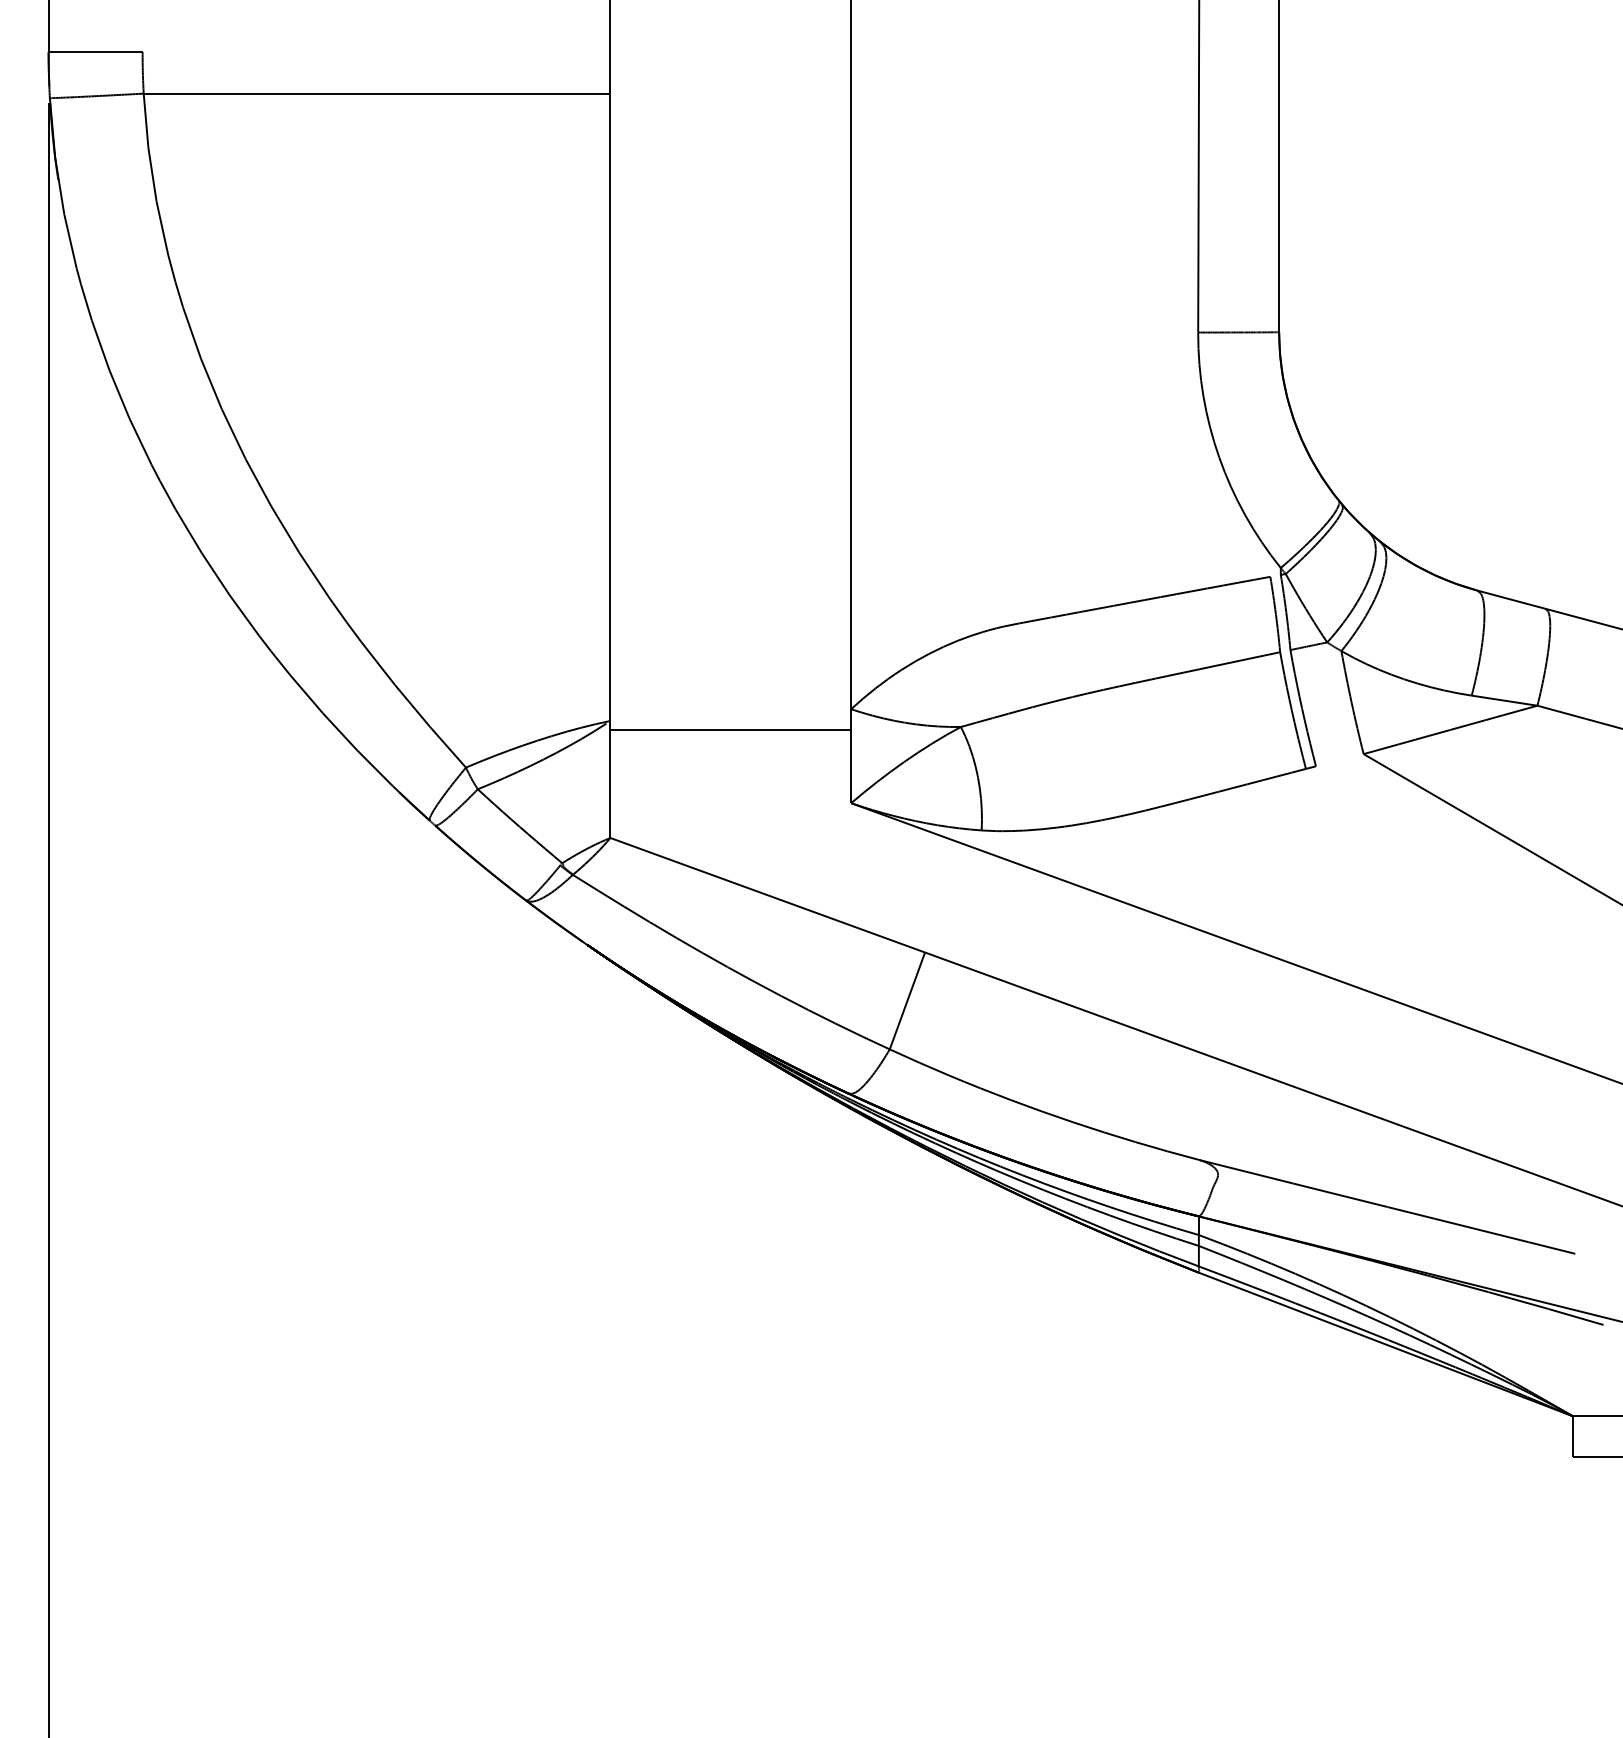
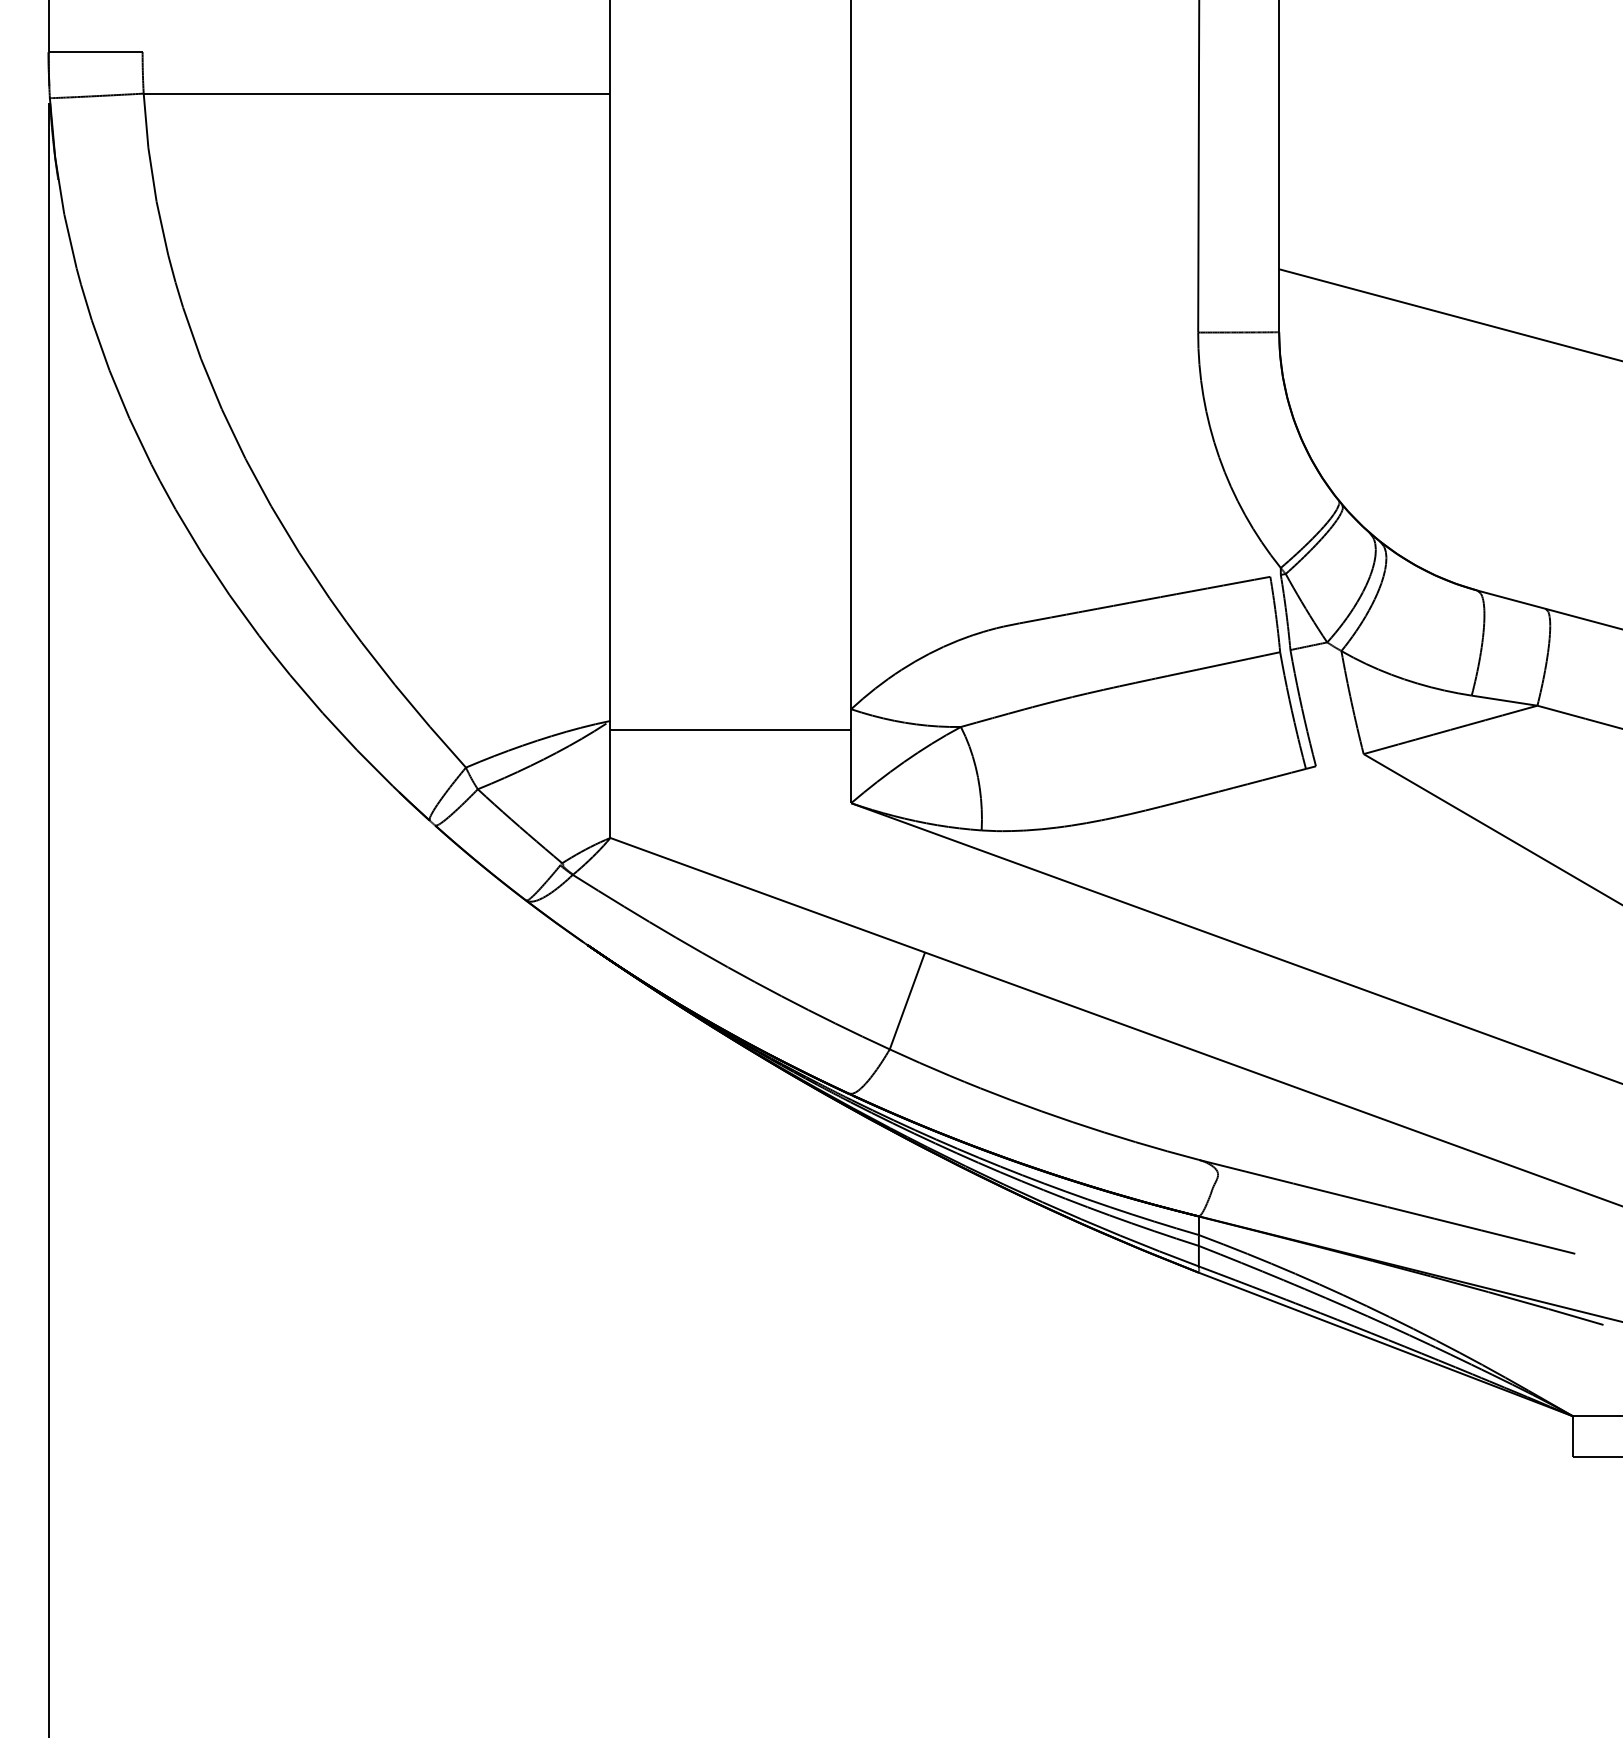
line at (1449, 314): none -> present
